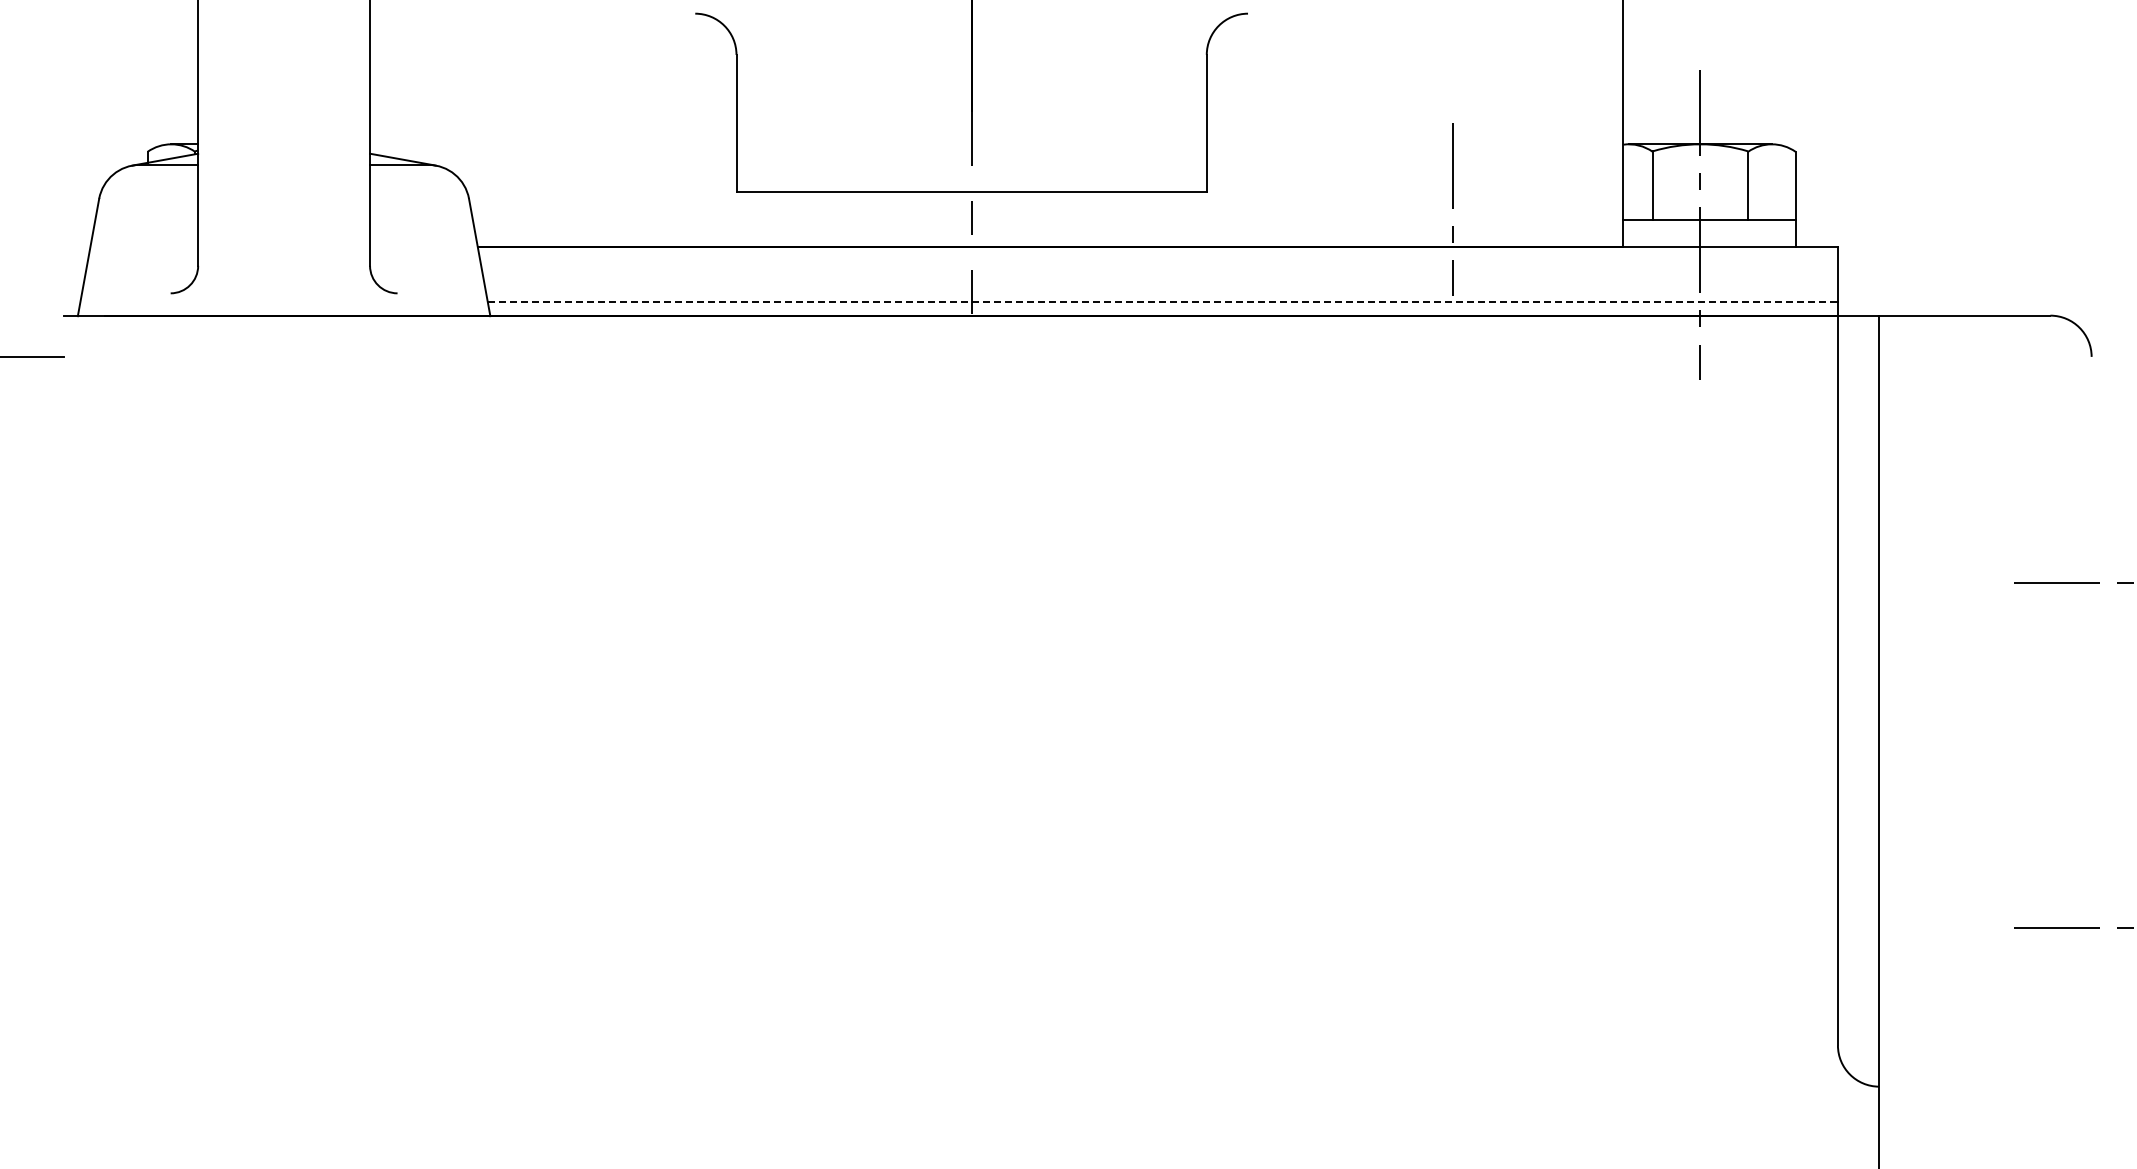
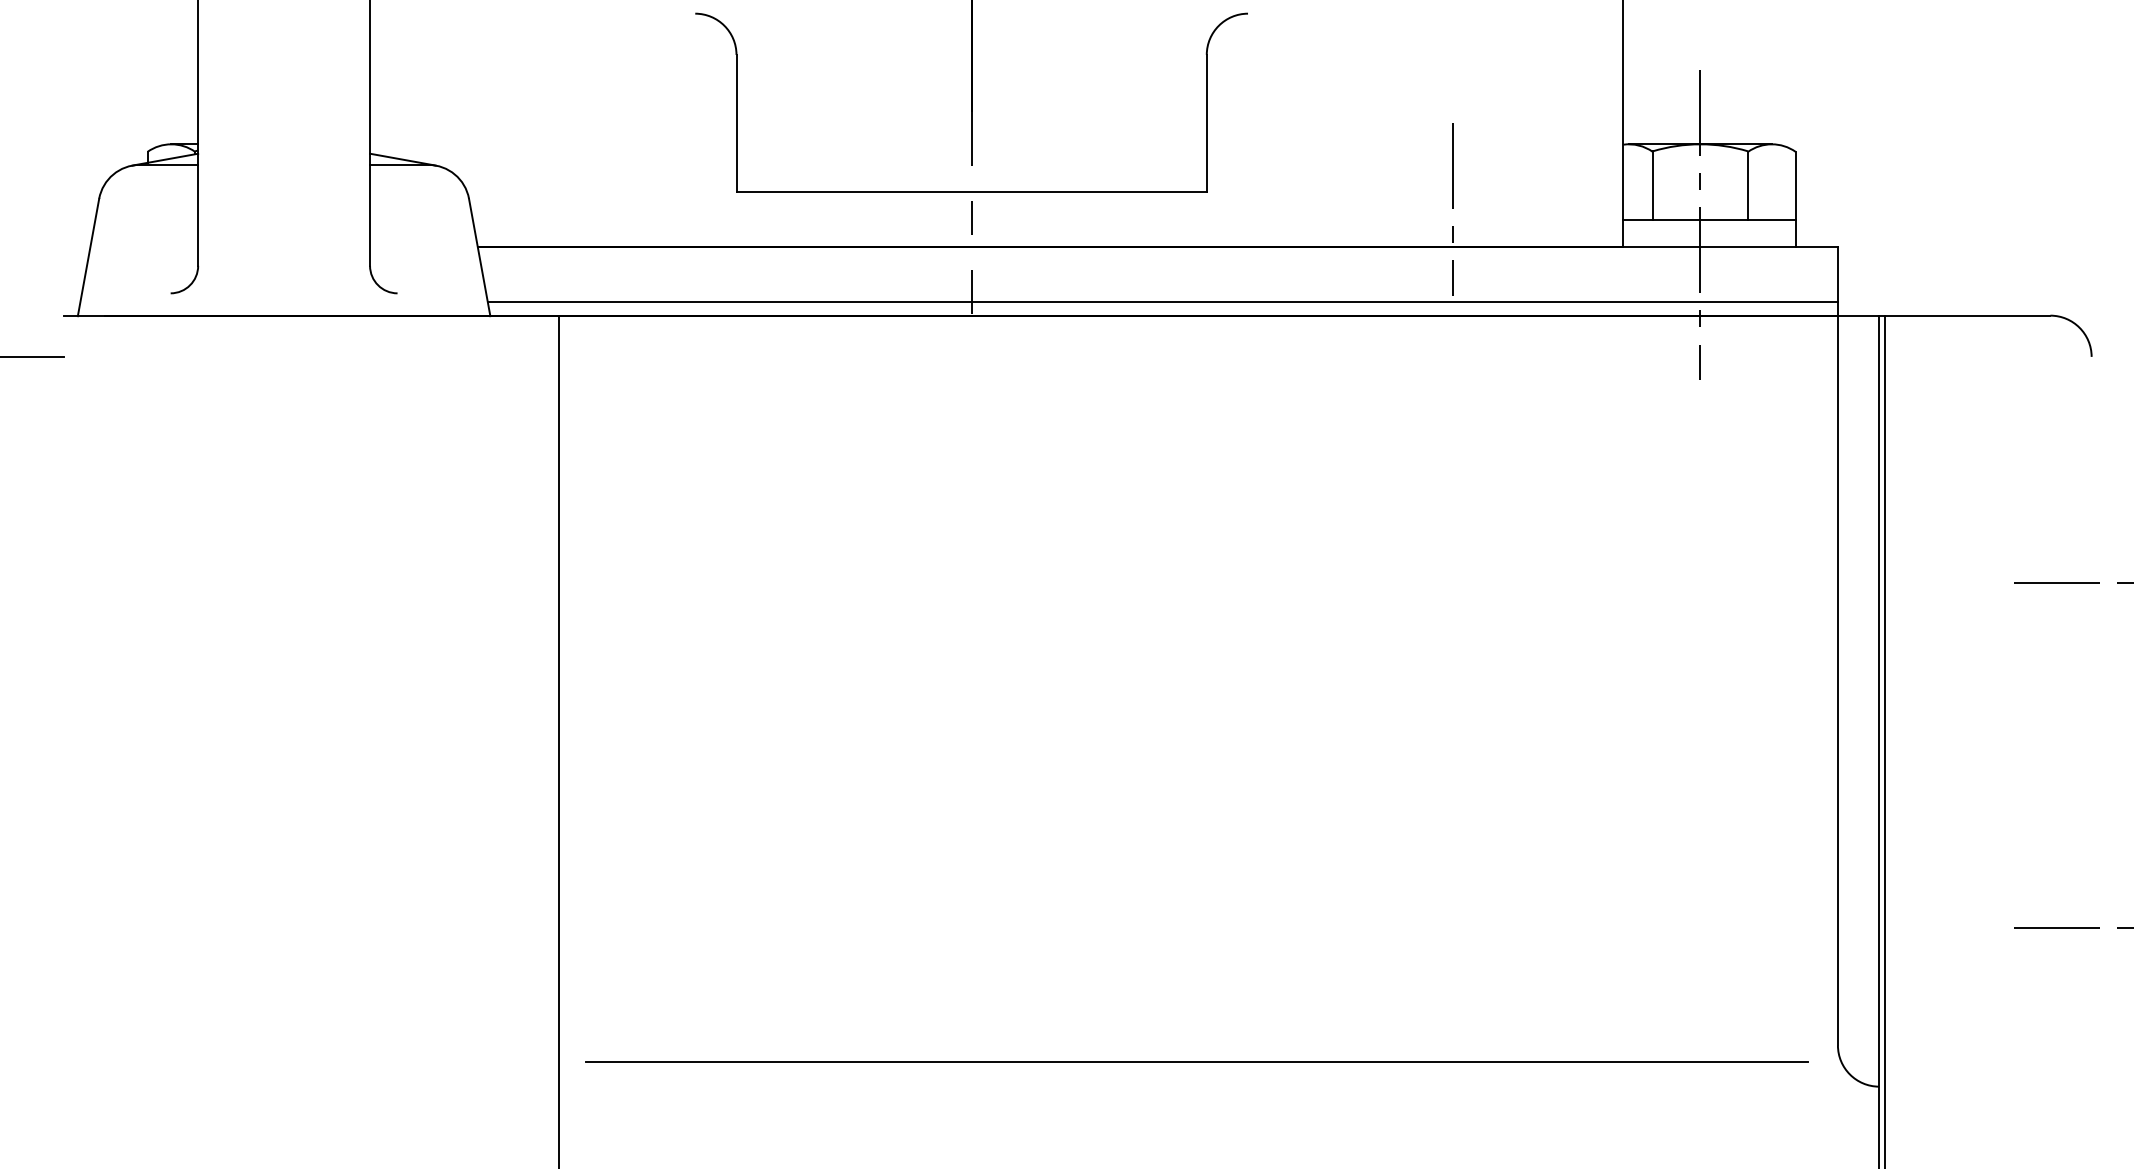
line at (1163, 302): dashed -> solid
line at (559, 740): none -> present
line at (1885, 740): none -> present
line at (1196, 1061): none -> present
